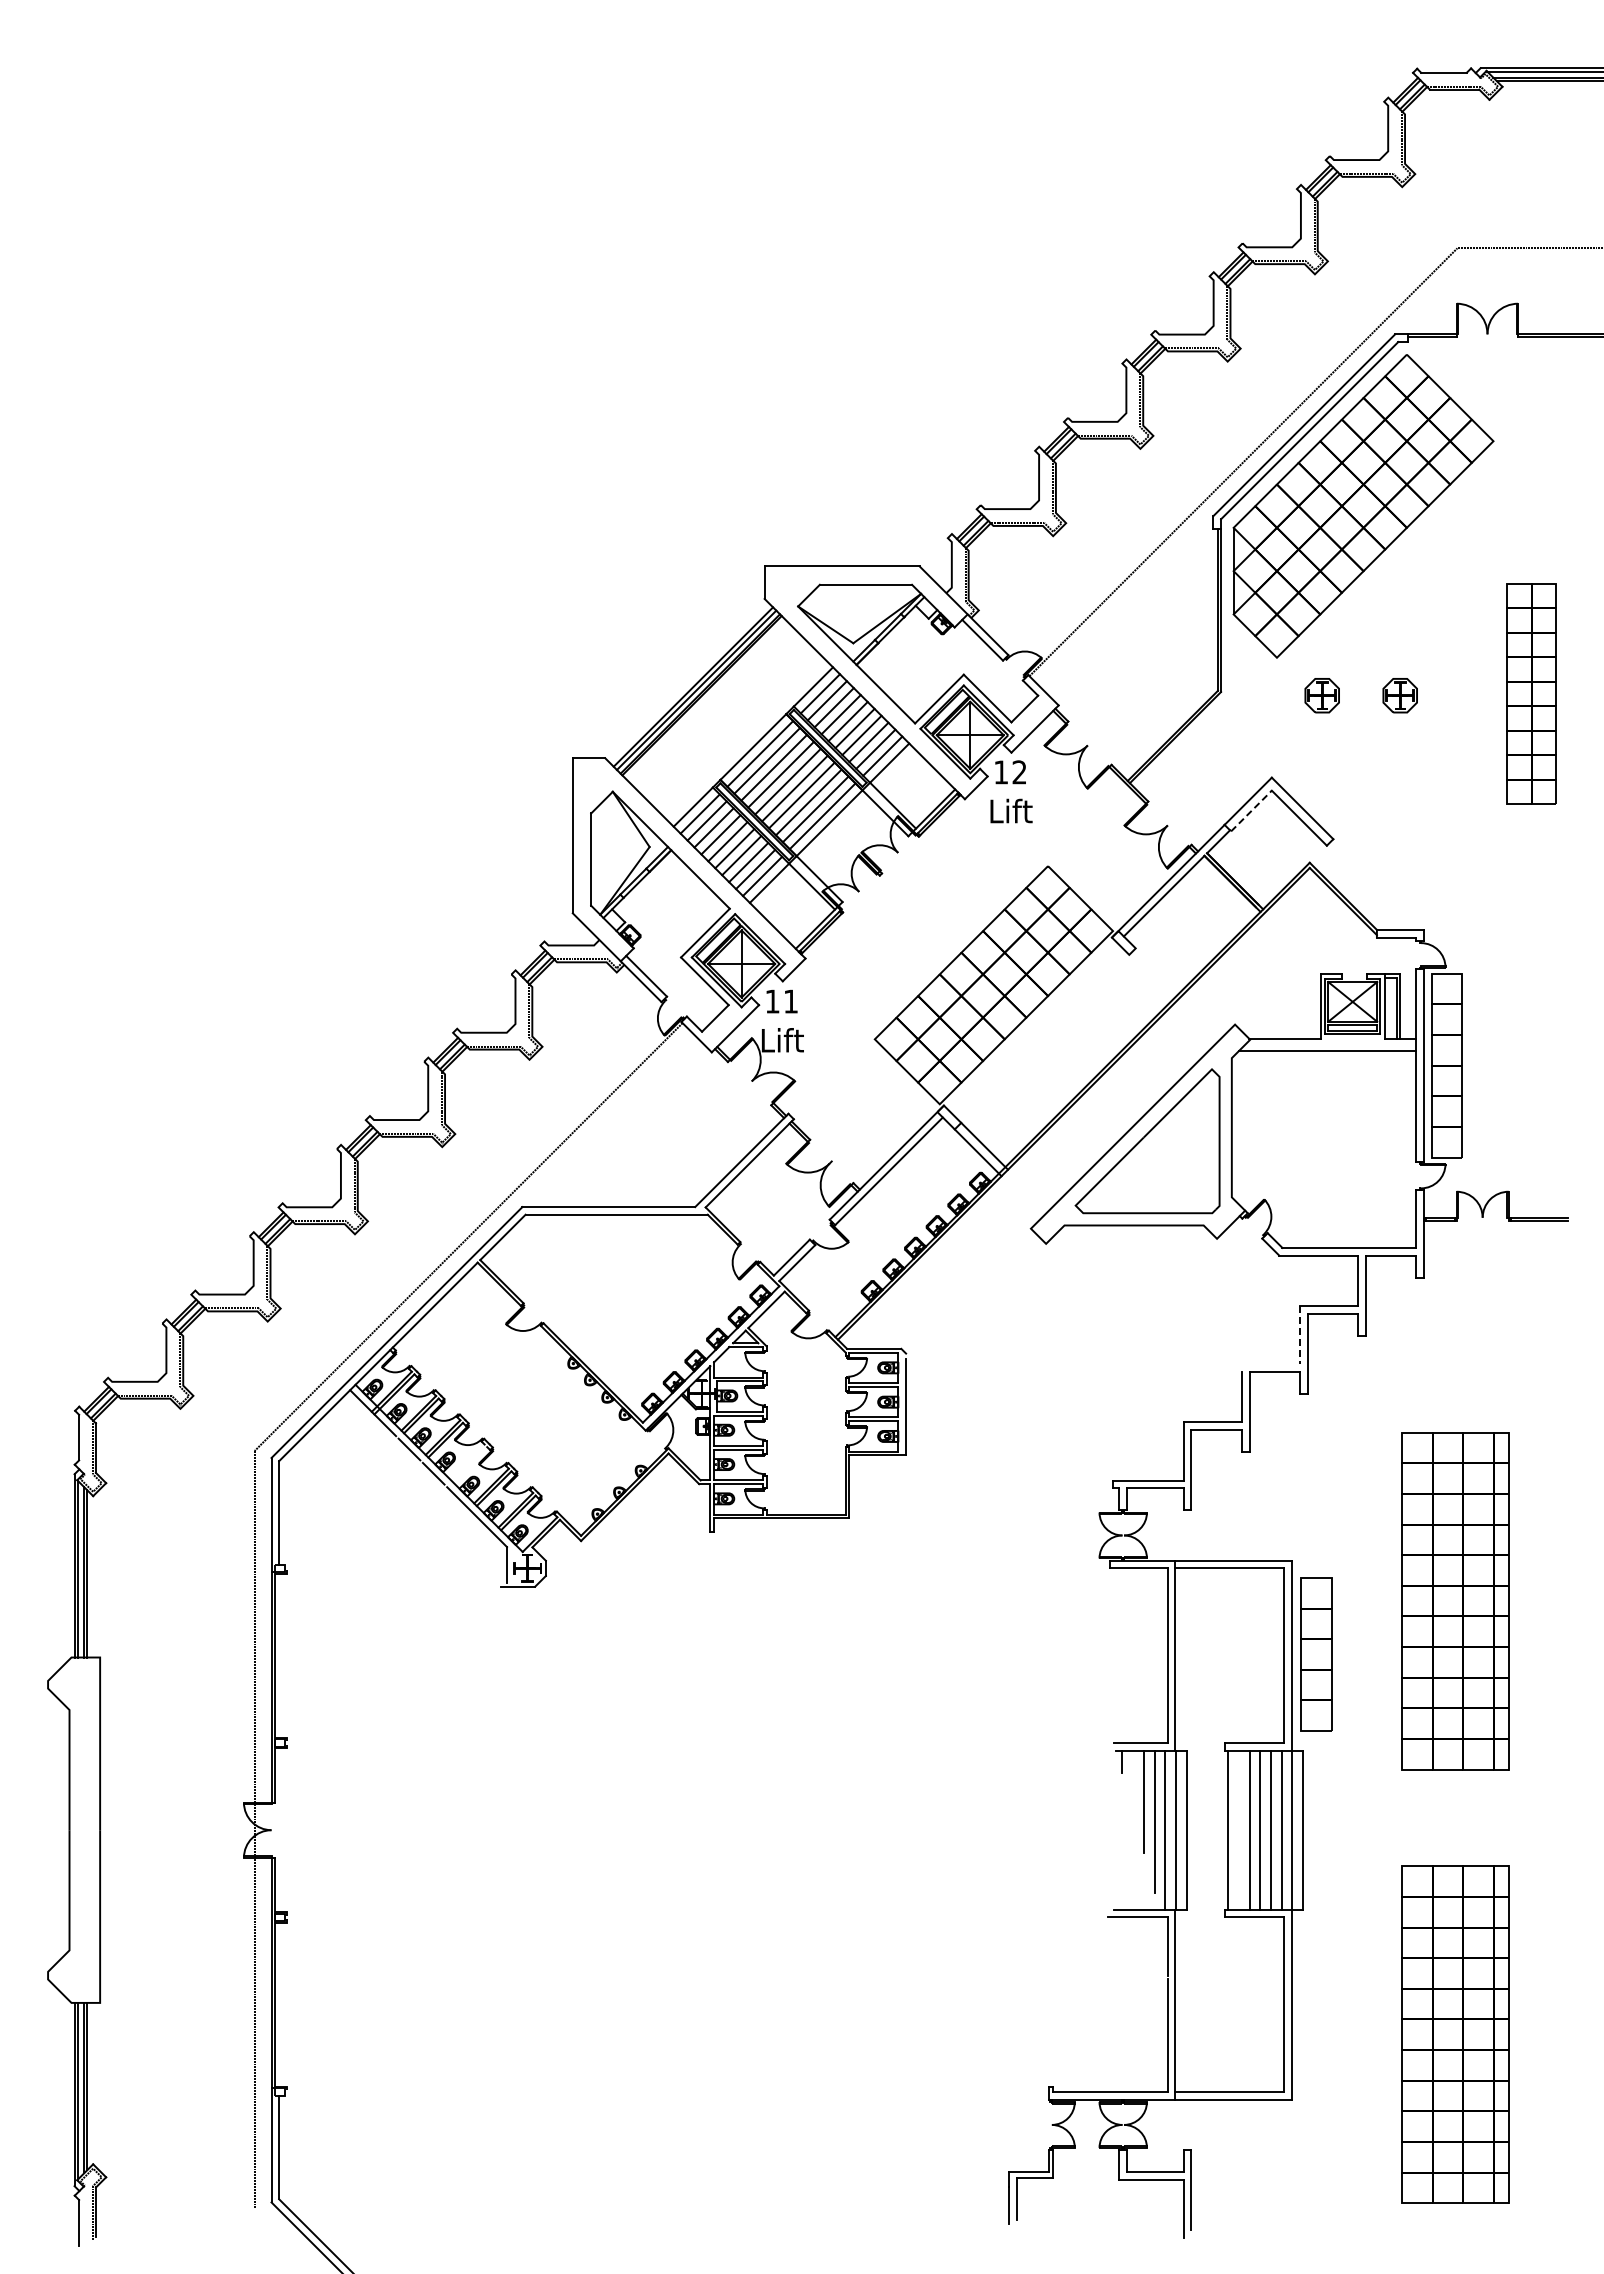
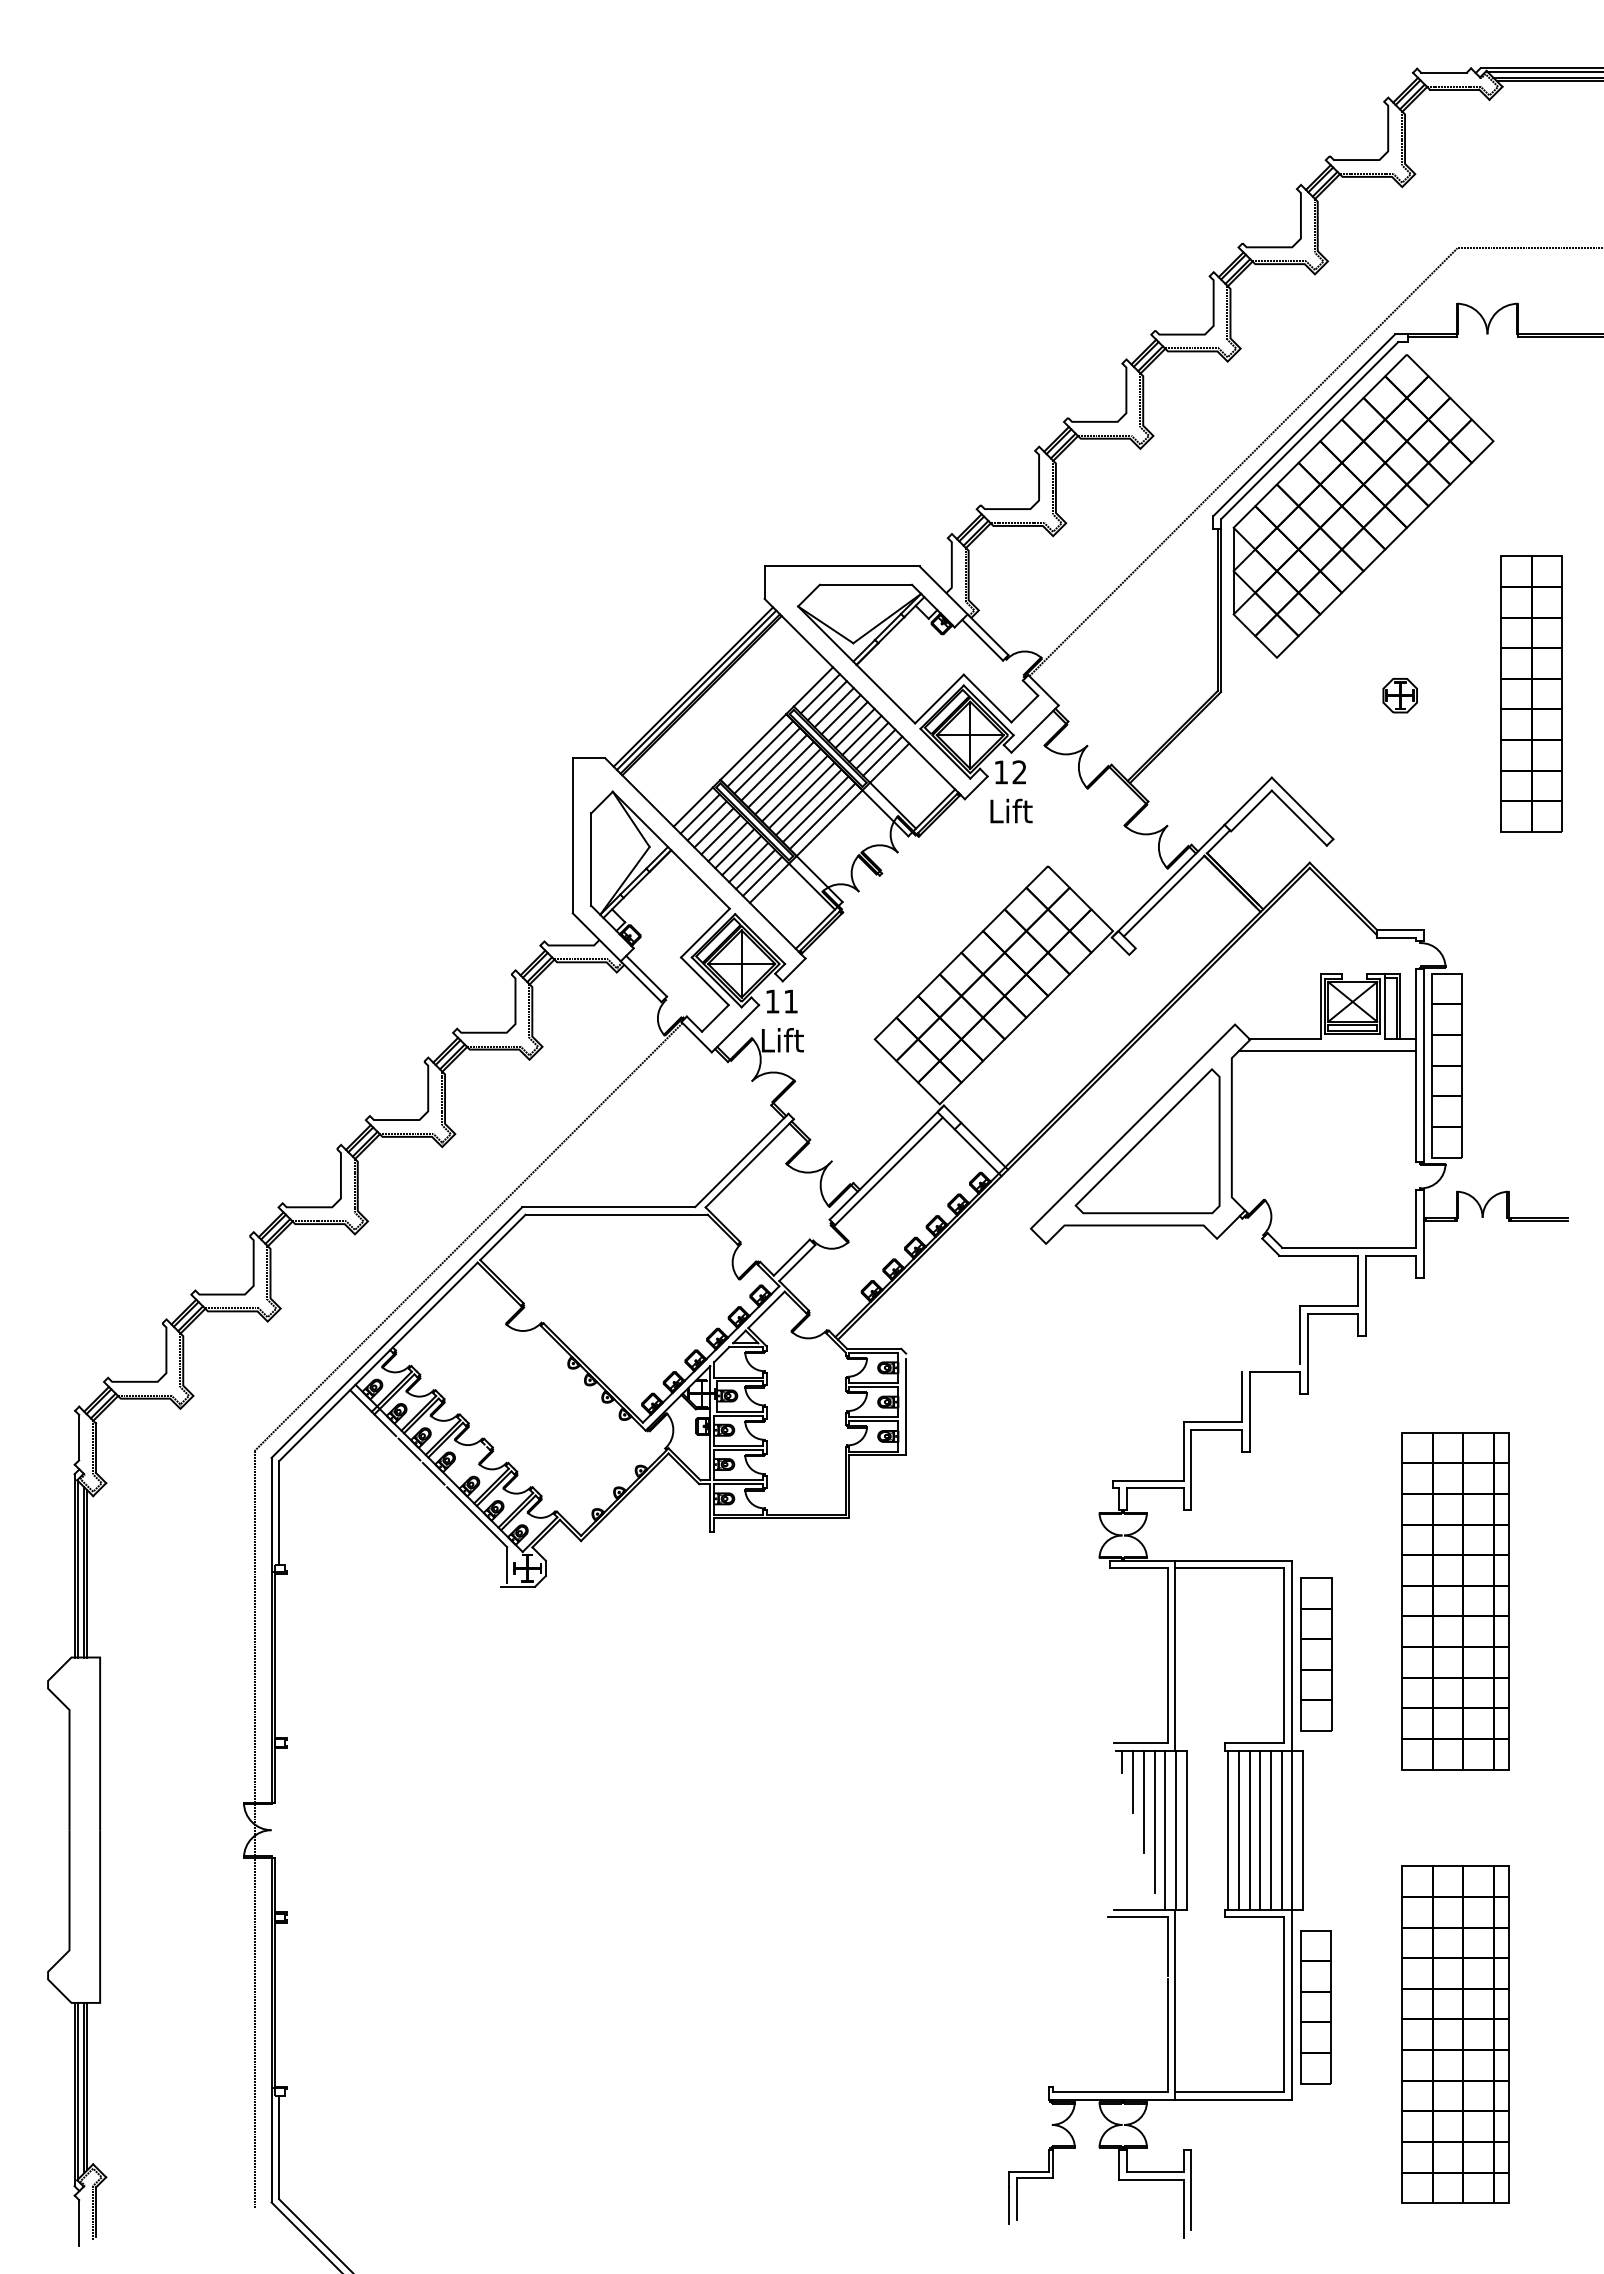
part at (1531, 693) size: 51x222 px -> 63x278 px
part at (1321, 695): present -> none
line at (1251, 811): dashed -> solid
line at (1300, 1335): dashed -> solid
line at (1133, 1781): none -> present
line at (1238, 1829): none -> present
part at (1315, 2007): none -> present
